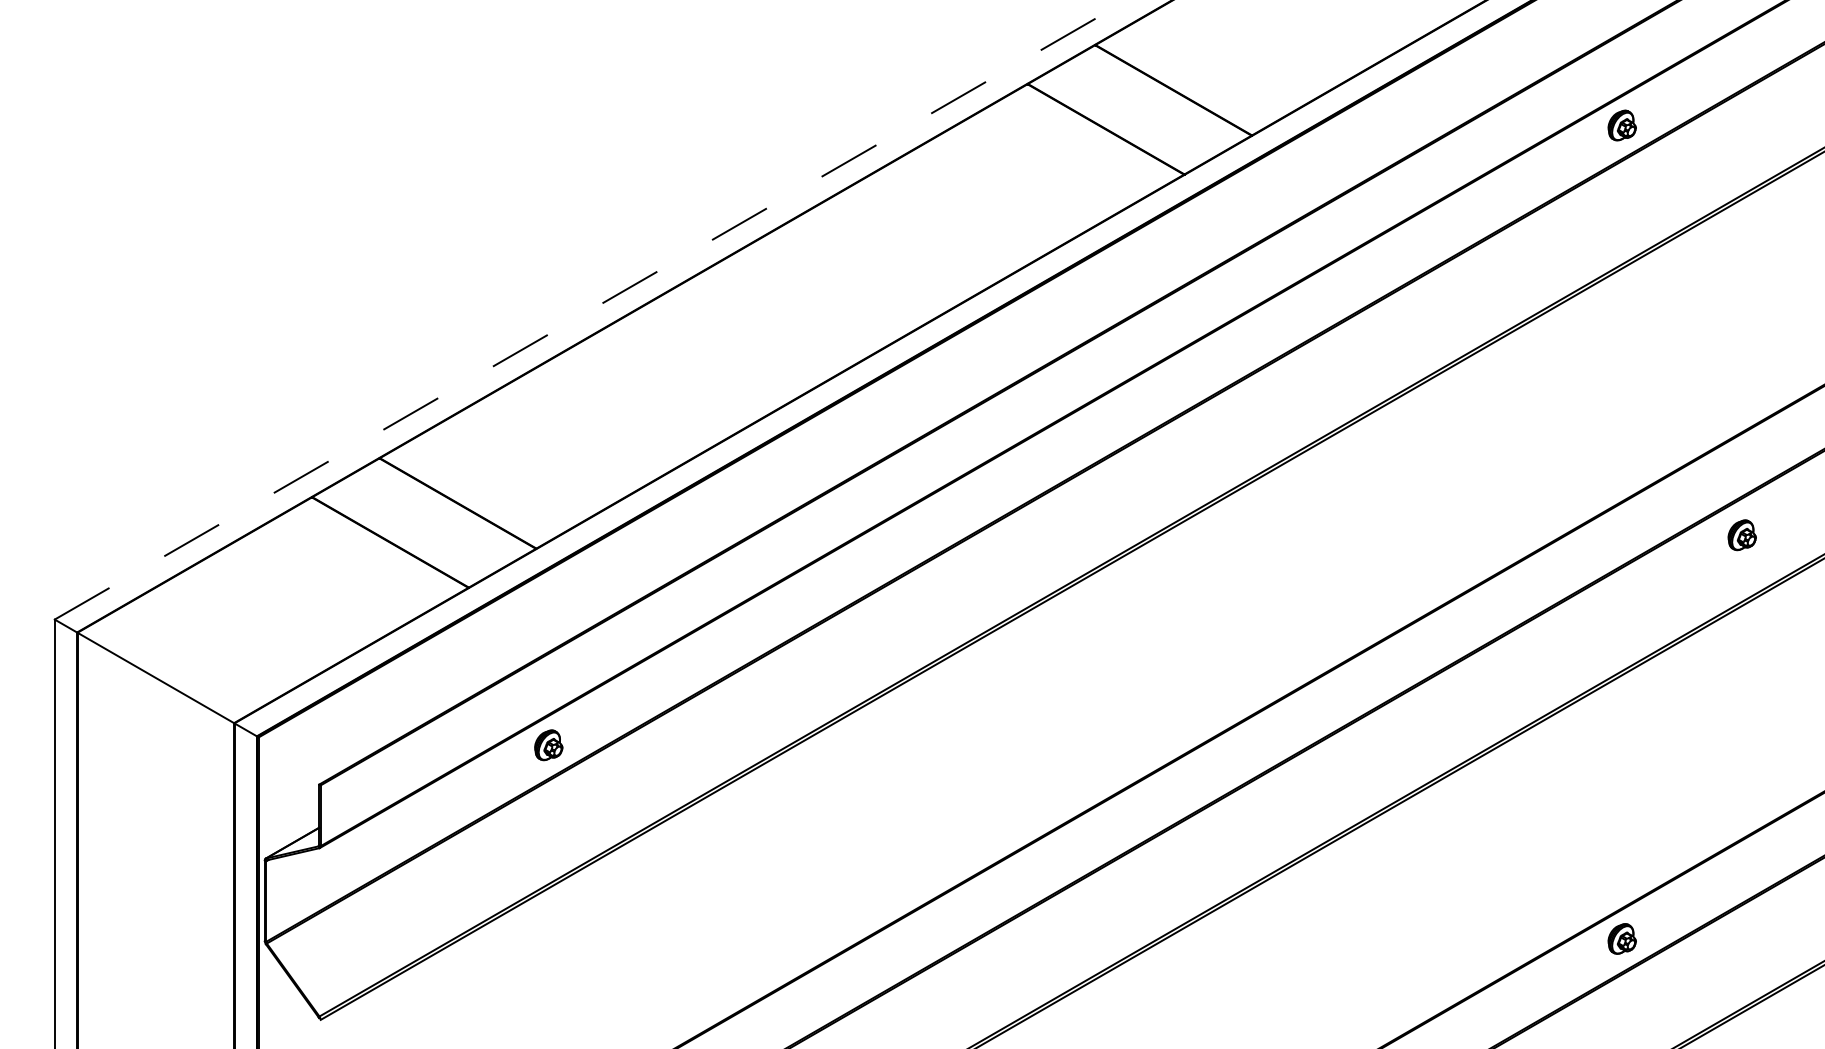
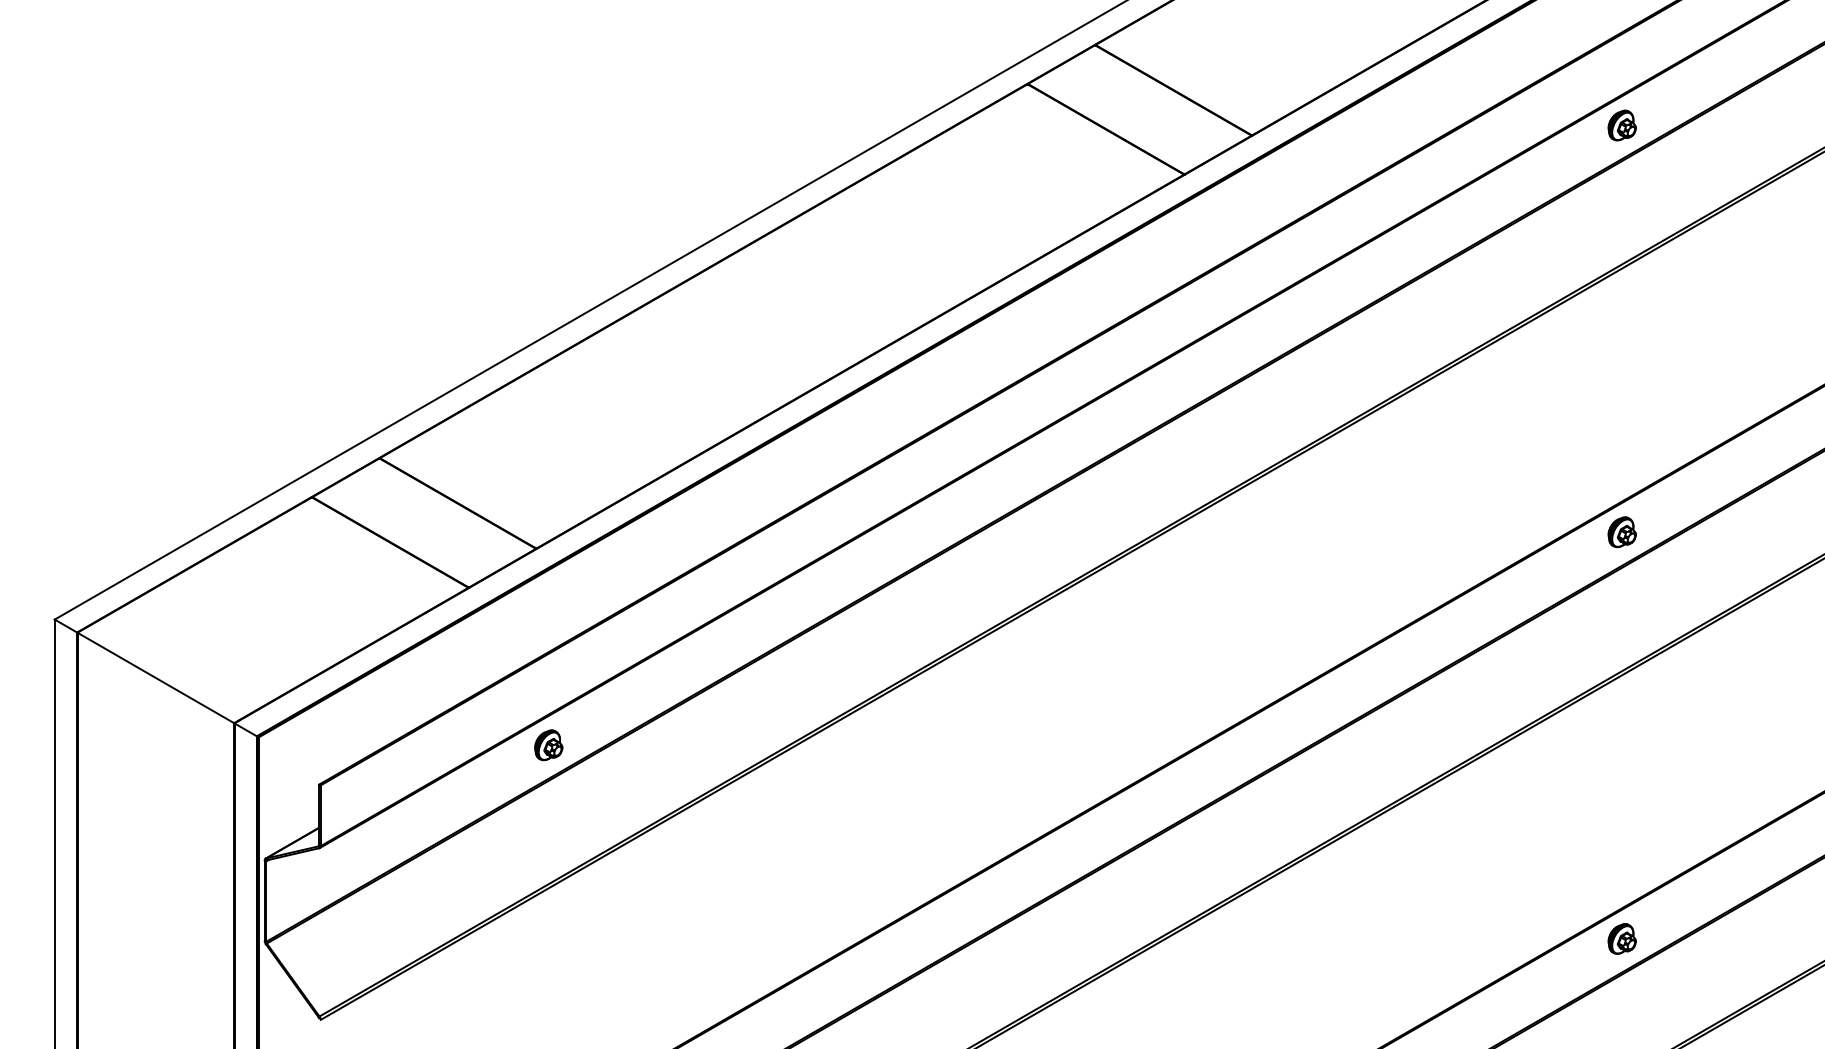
line at (591, 309): dashed -> solid
part at (1741, 535) position: (1741, 535) -> (1621, 532)
